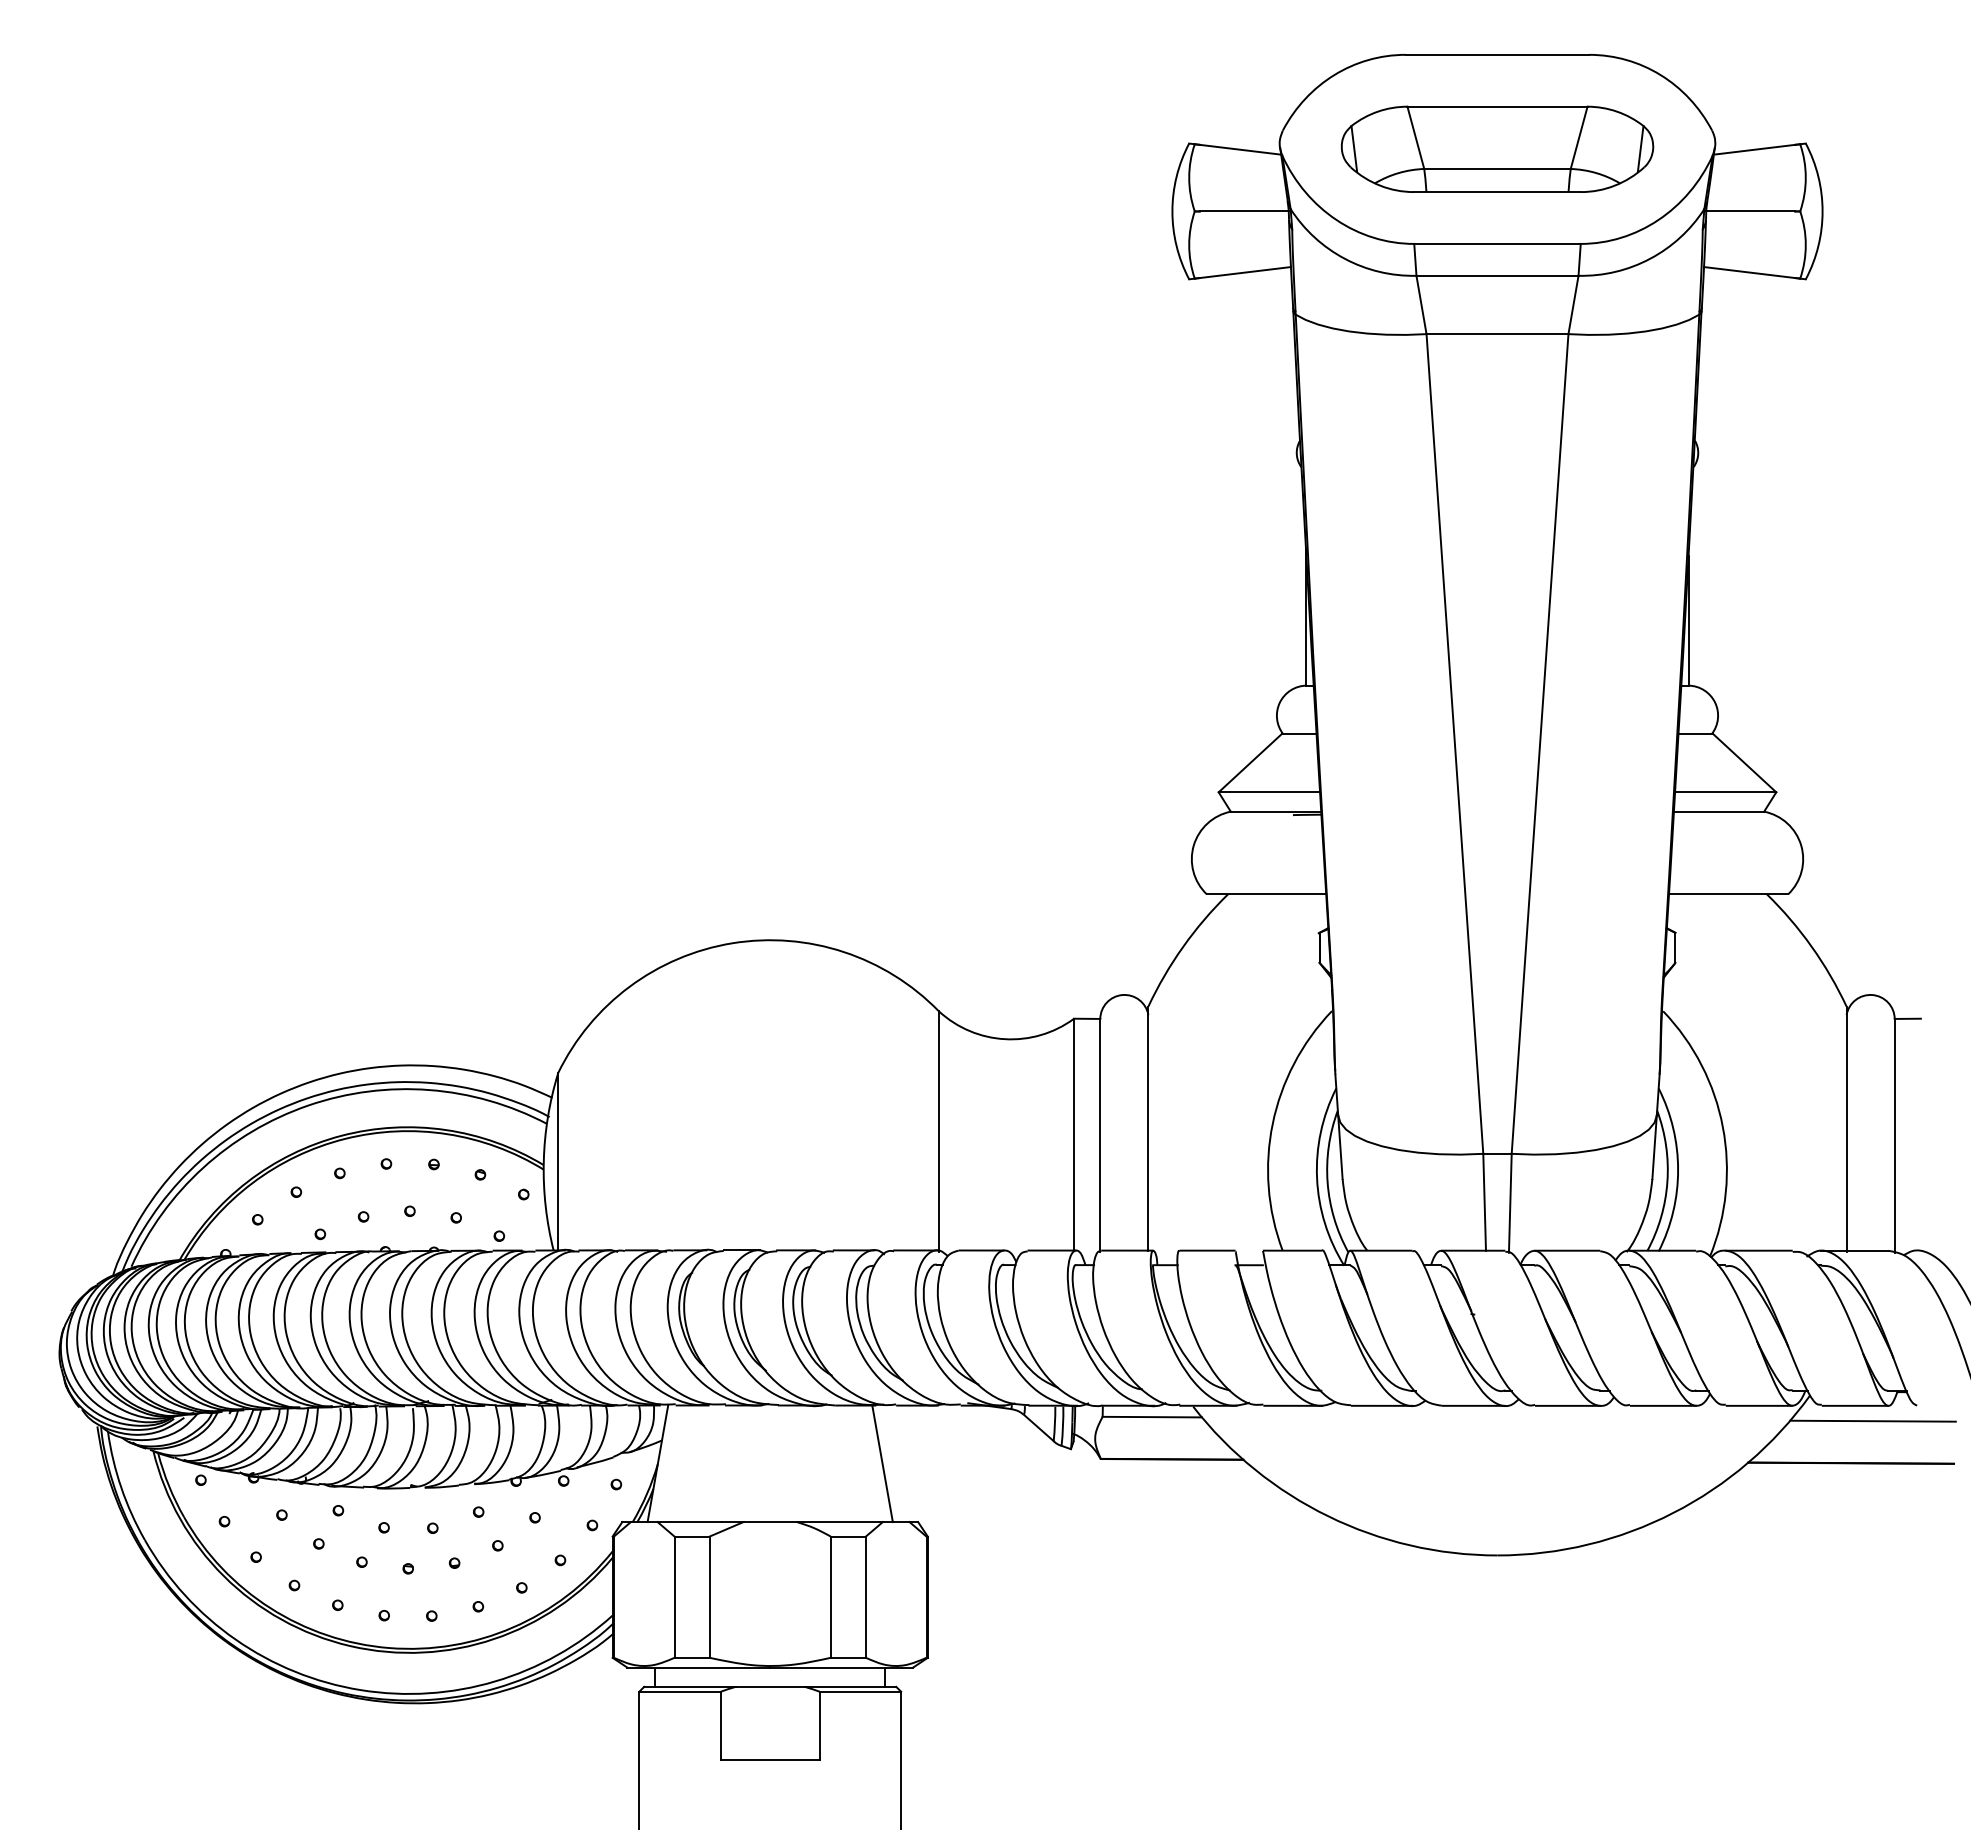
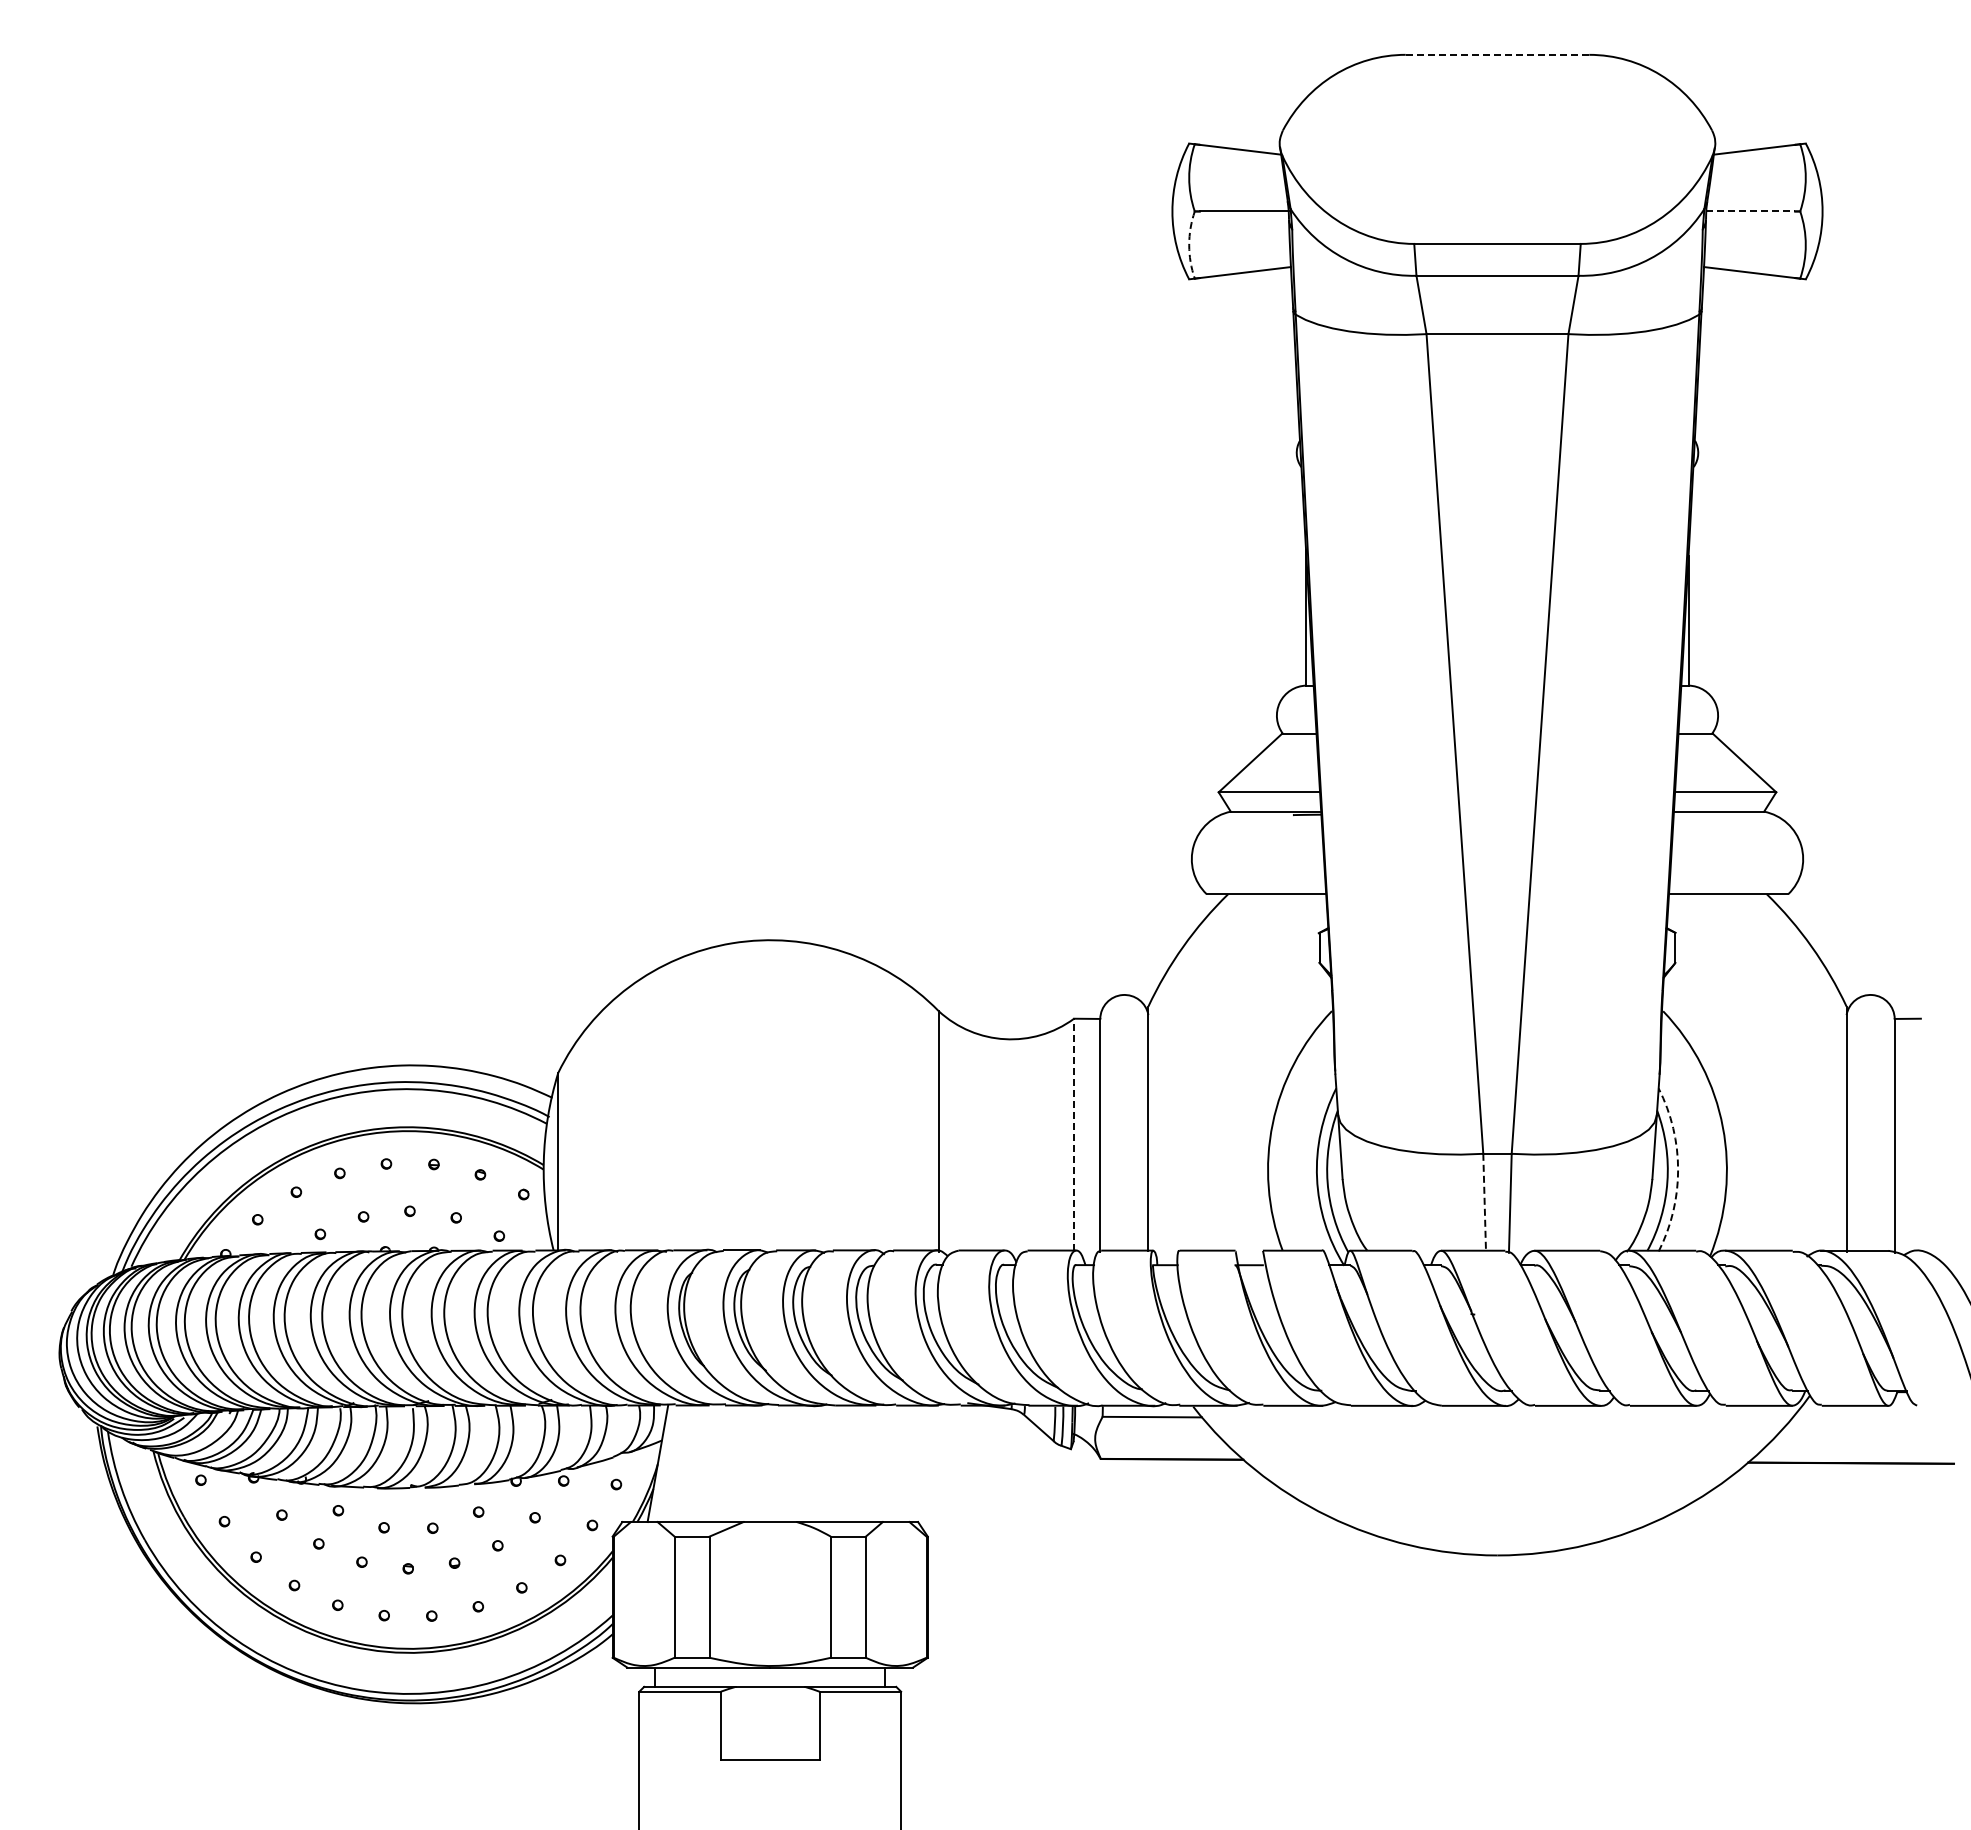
line at (1497, 54): solid -> dashed
part at (1497, 148): present -> none
line at (1751, 211): solid -> dashed
arc at (1189, 245): solid -> dashed
line at (1074, 1134): solid -> dashed
arc at (1678, 1169): solid -> dashed
line at (1484, 1202): solid -> dashed
line at (1872, 1420): present -> none
line at (882, 1463): present -> none
